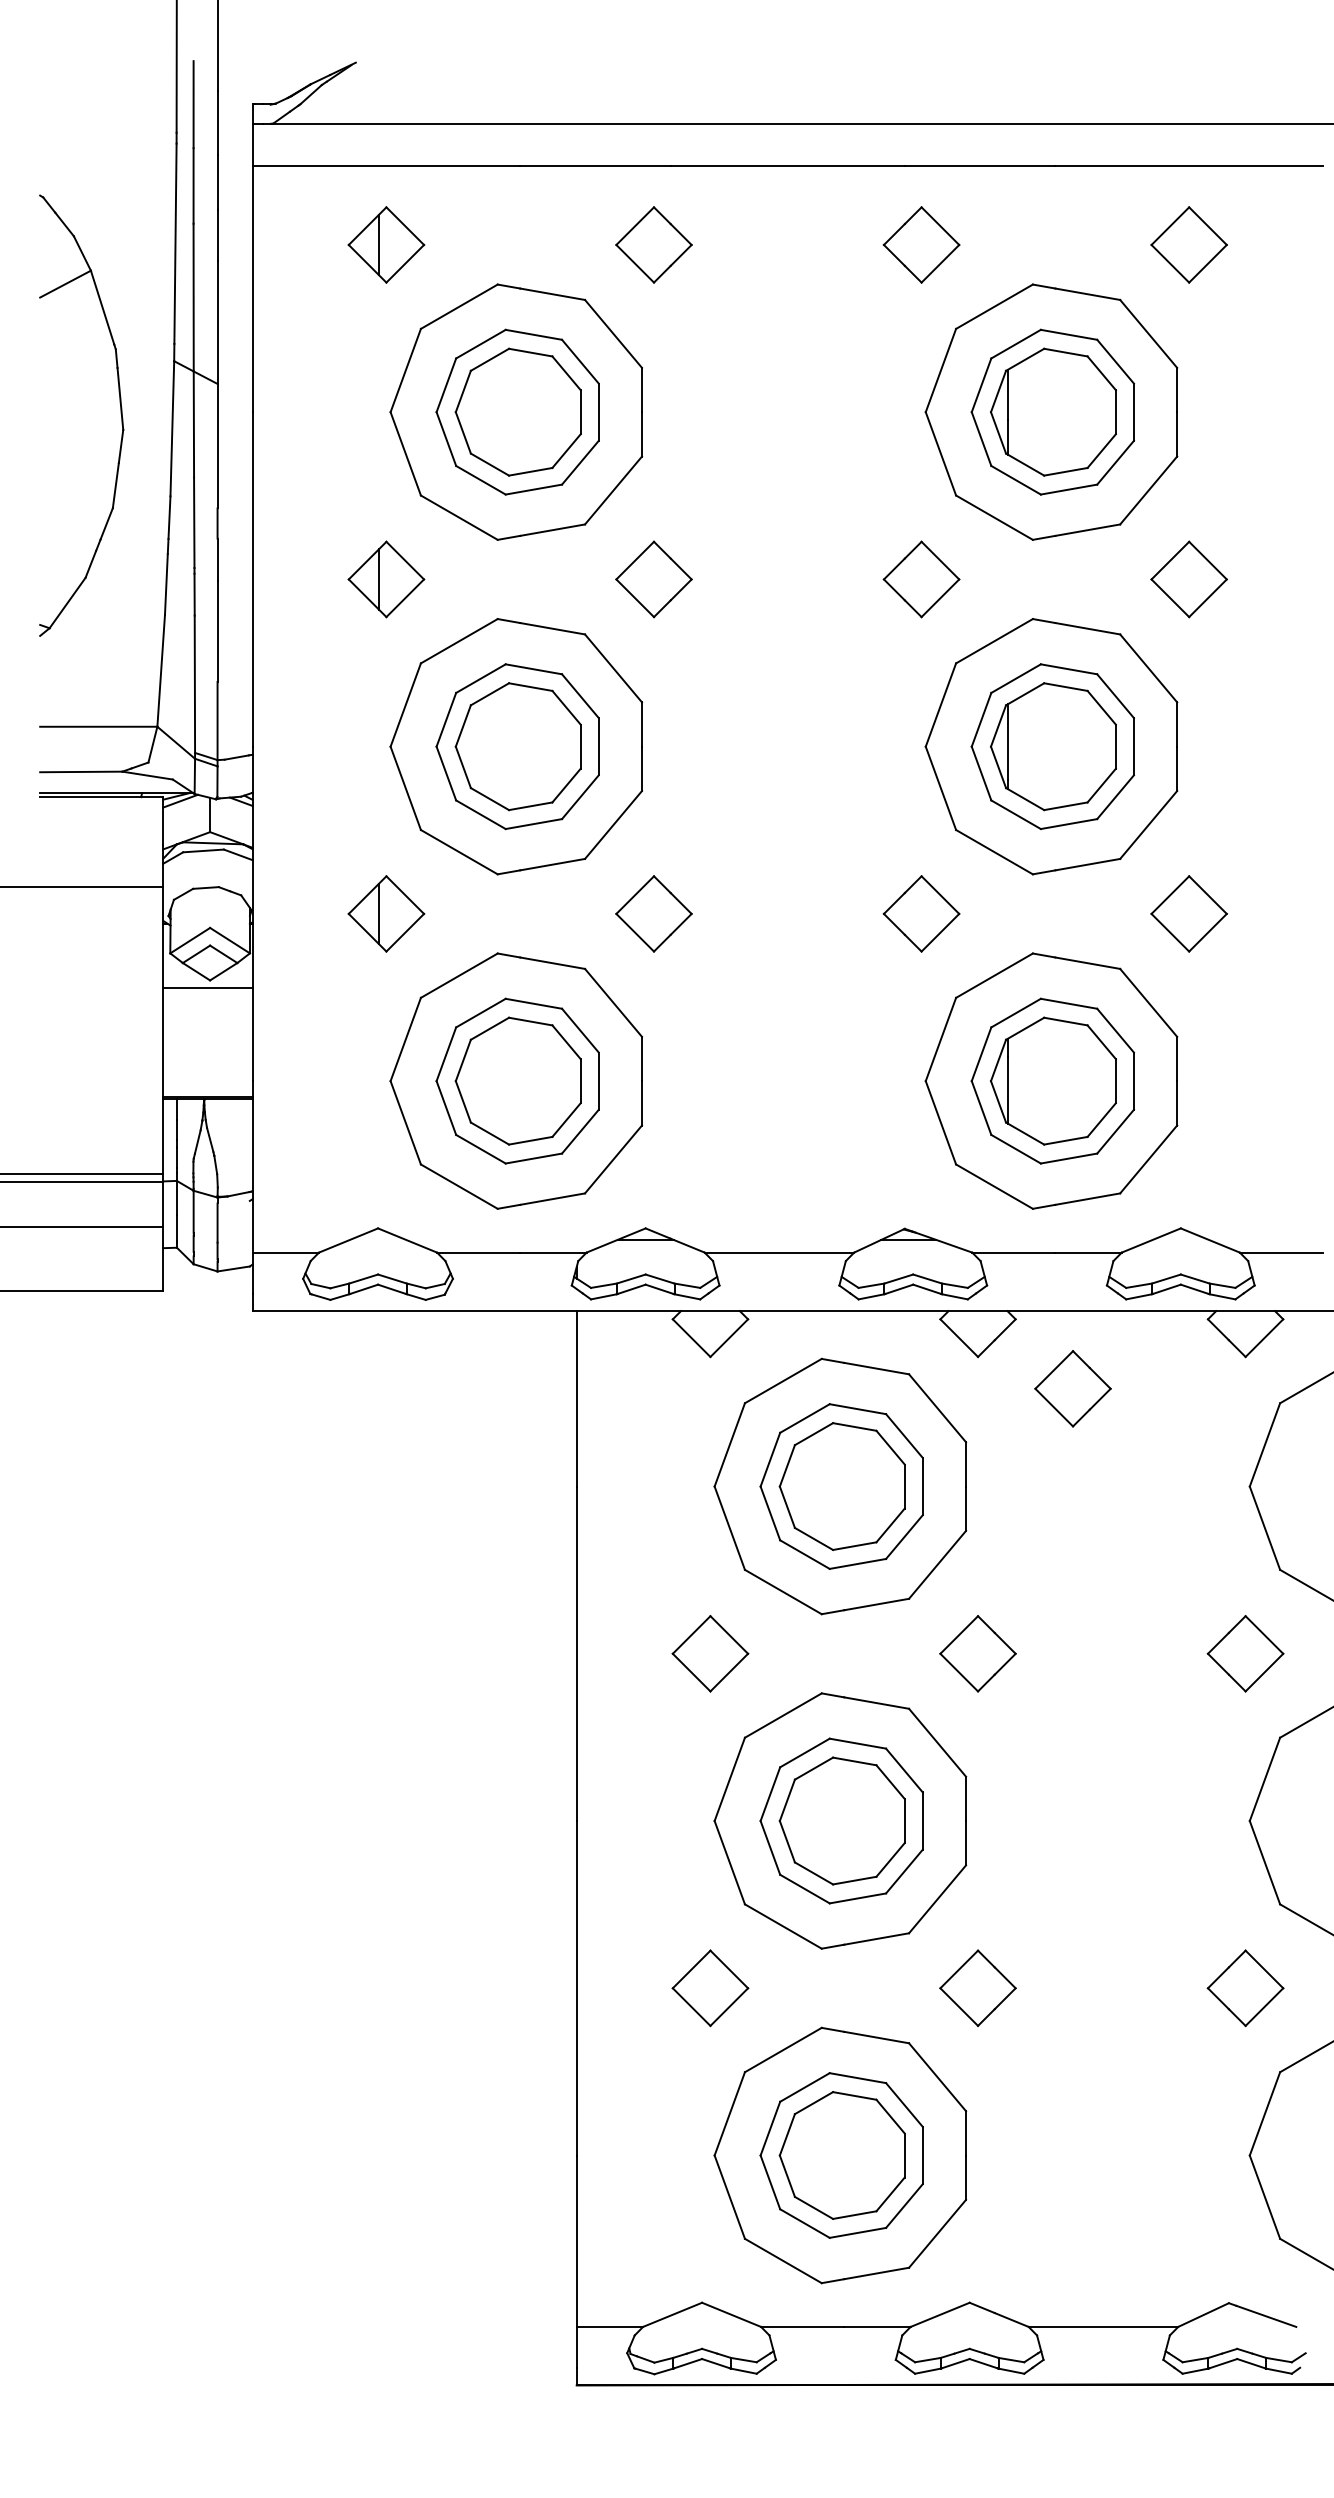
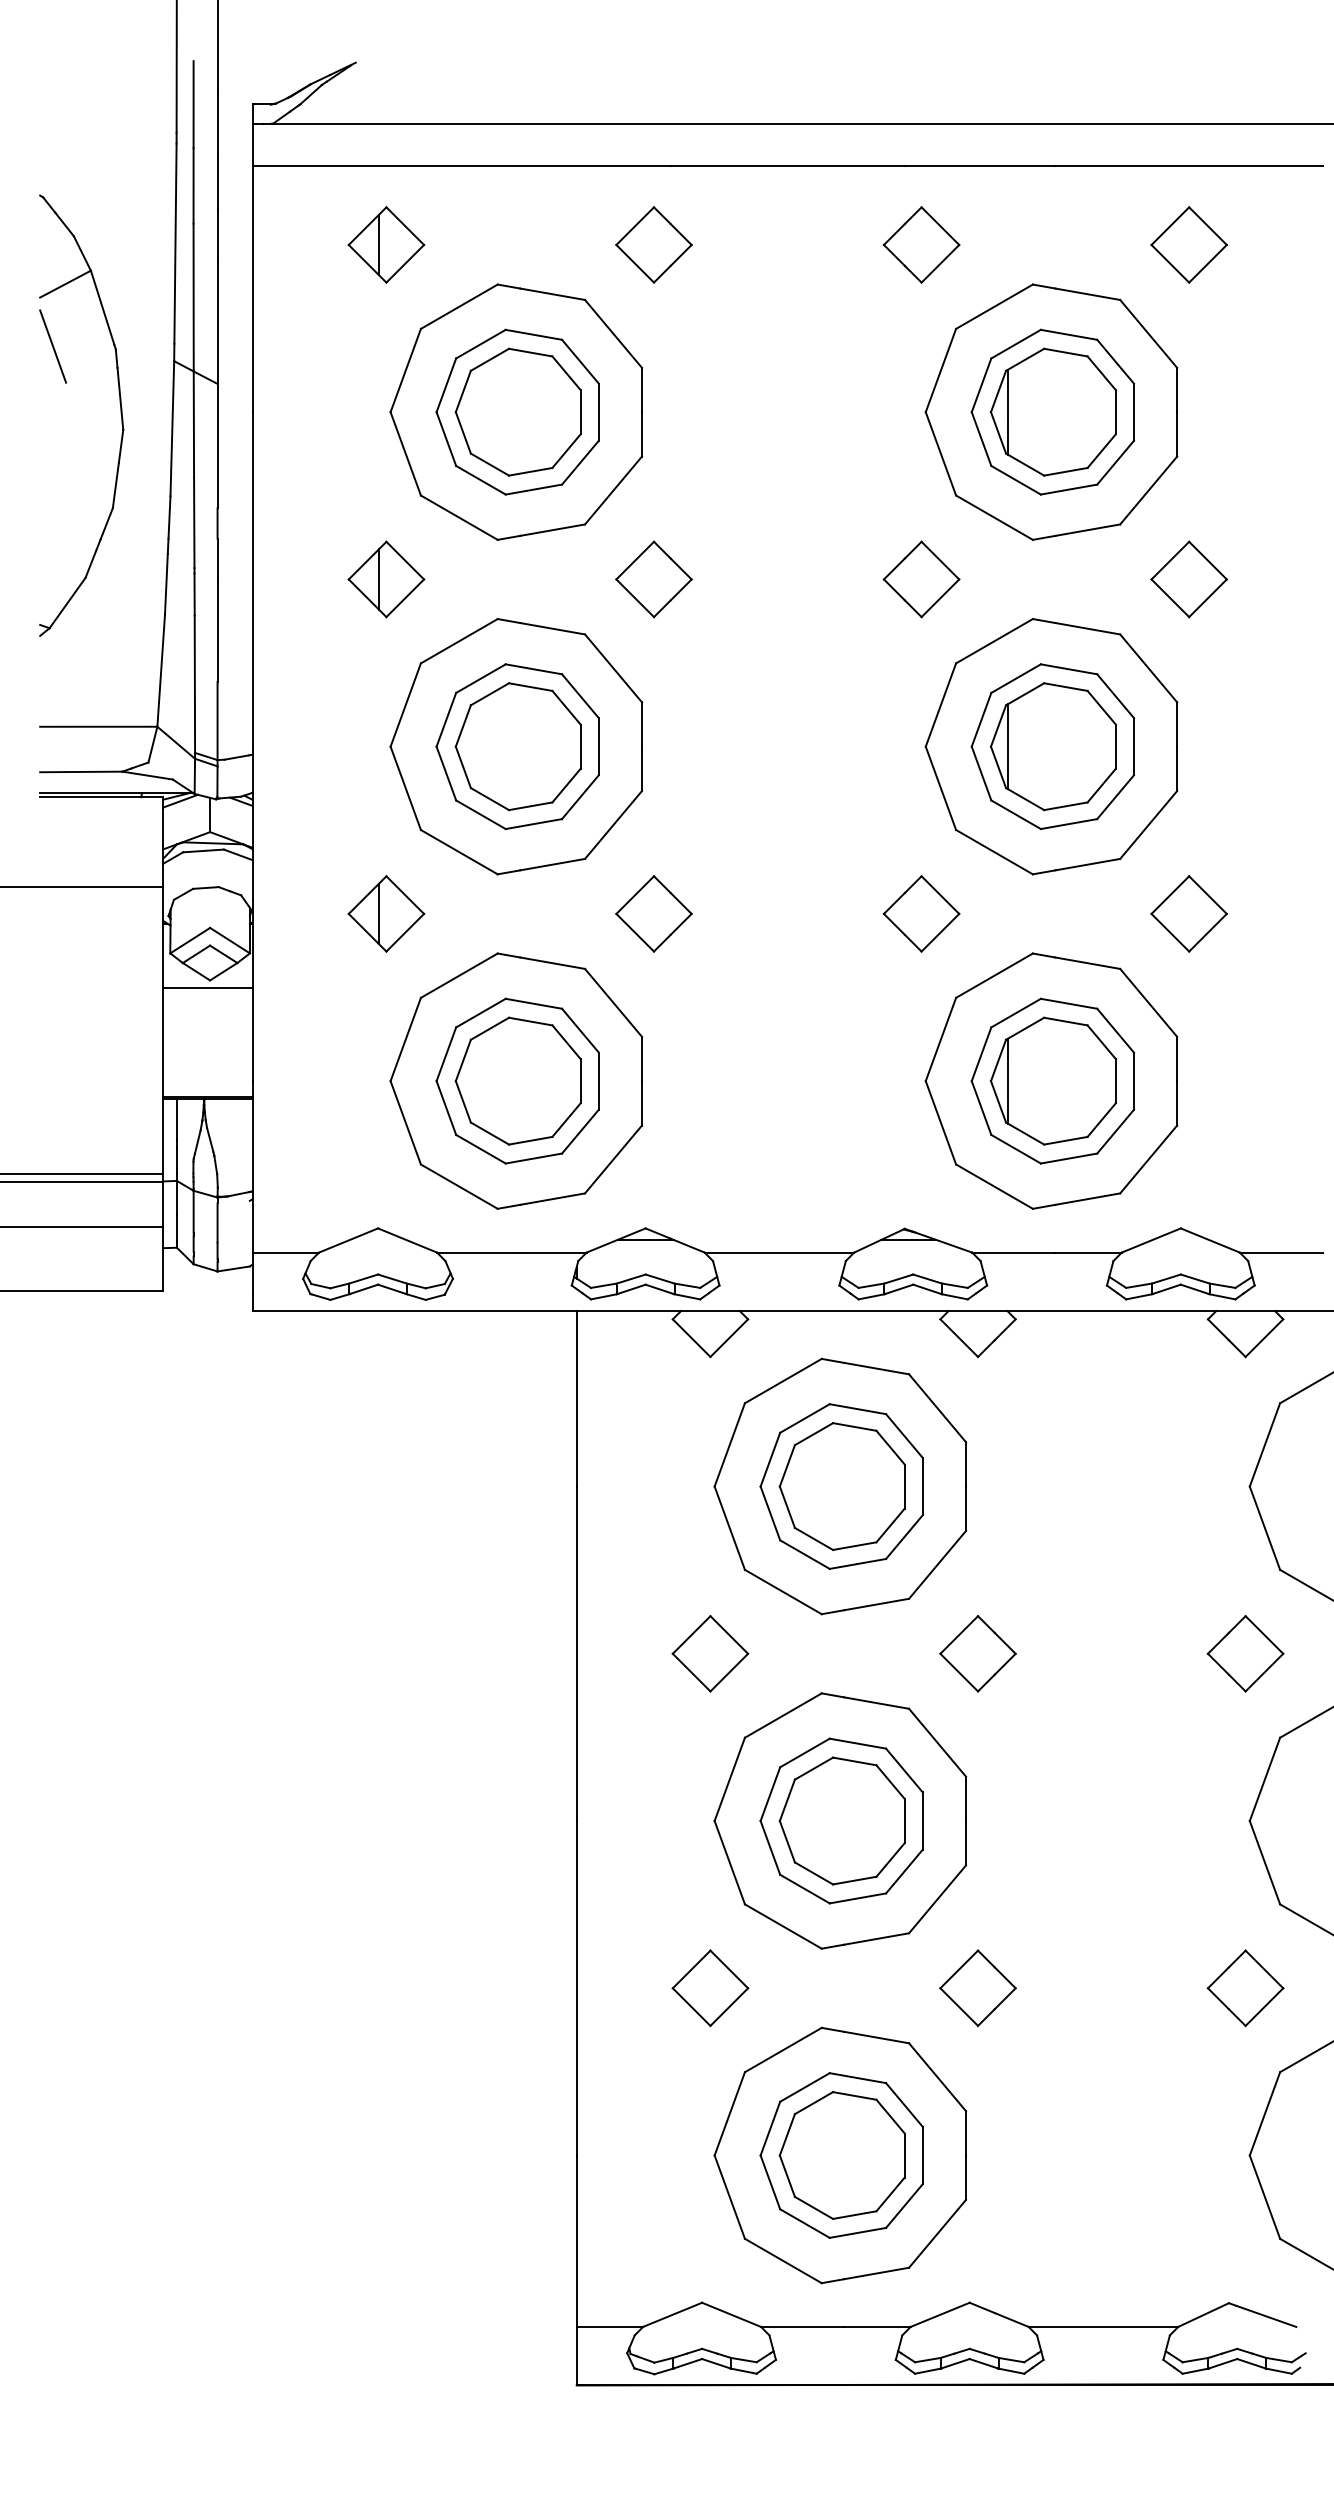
line at (53, 346): none -> present
part at (1072, 1388): present -> none
